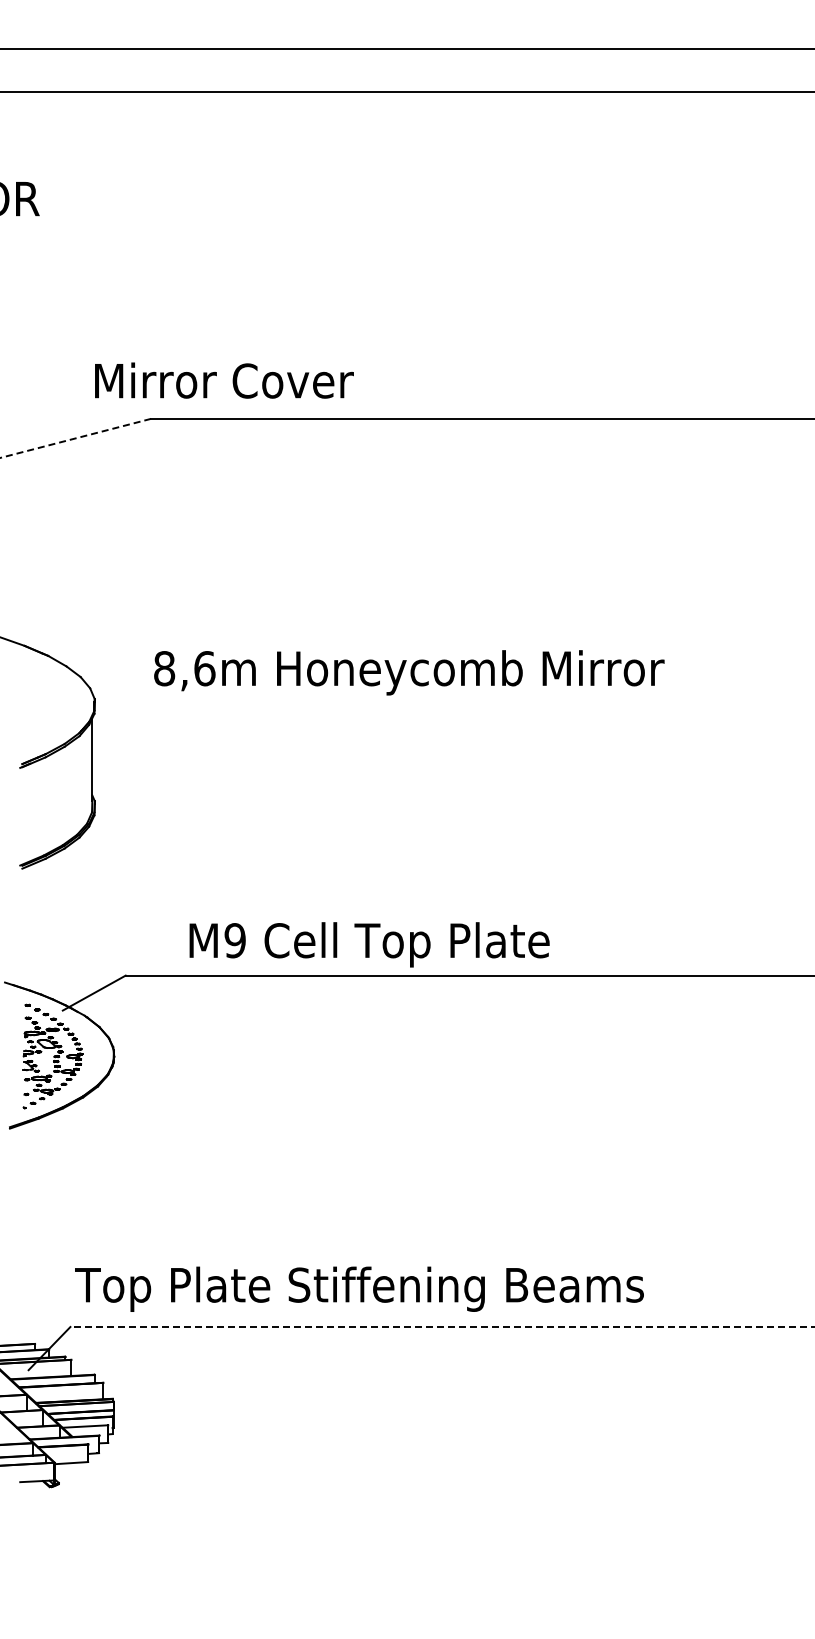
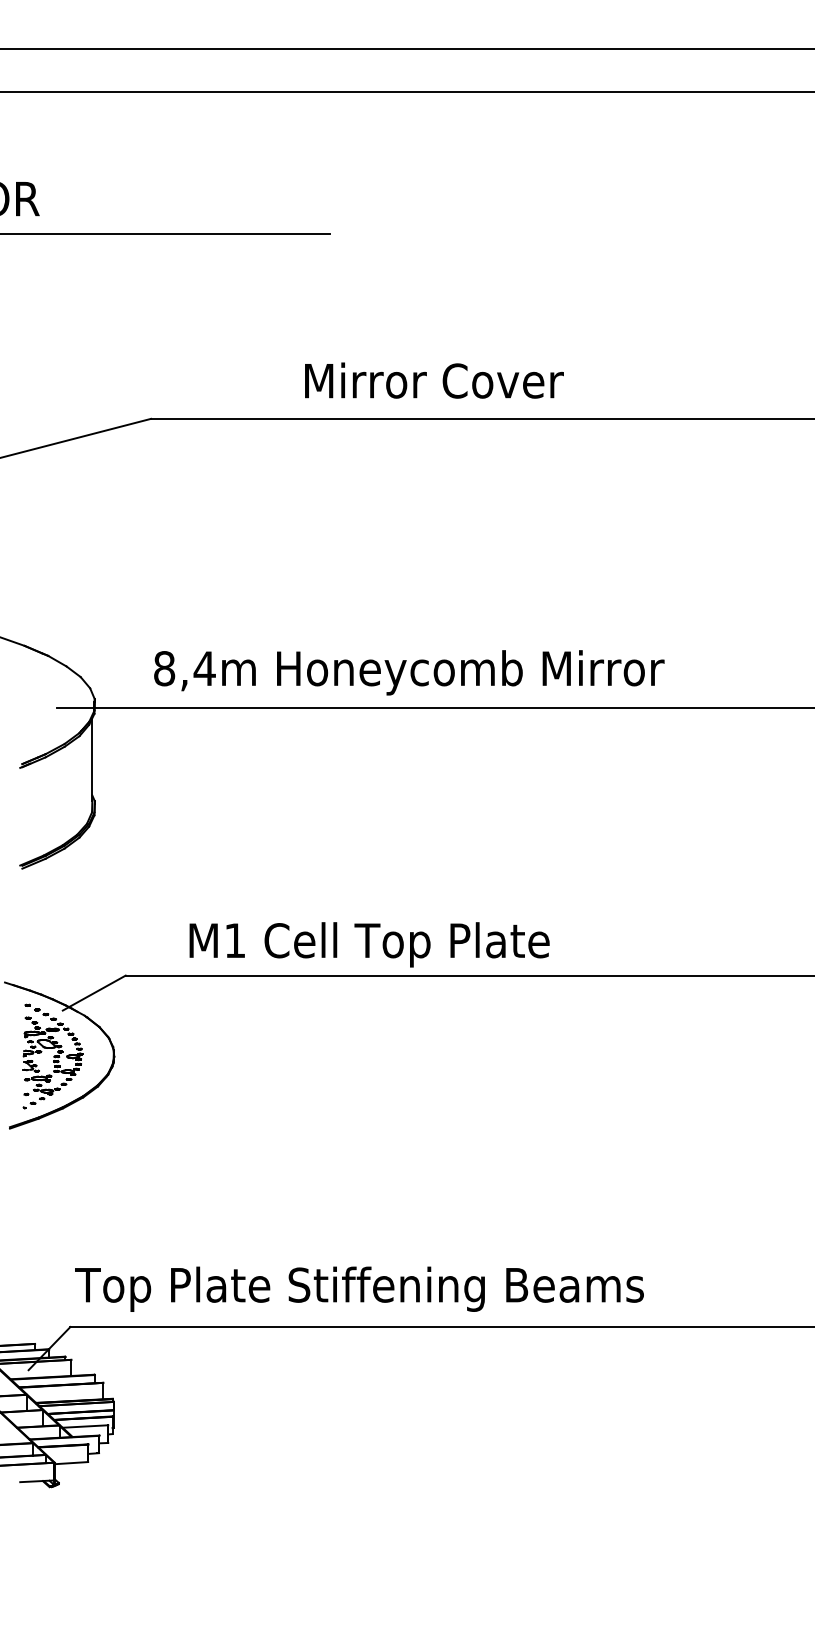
line at (165, 234): none -> present
text at (224, 380) position: (224, 380) -> (434, 380)
line at (75, 438): dashed -> solid
text at (204, 668): 8,6m -> 8,4m
line at (434, 708): none -> present
text at (234, 940): M9 -> M1
line at (442, 1327): dashed -> solid
